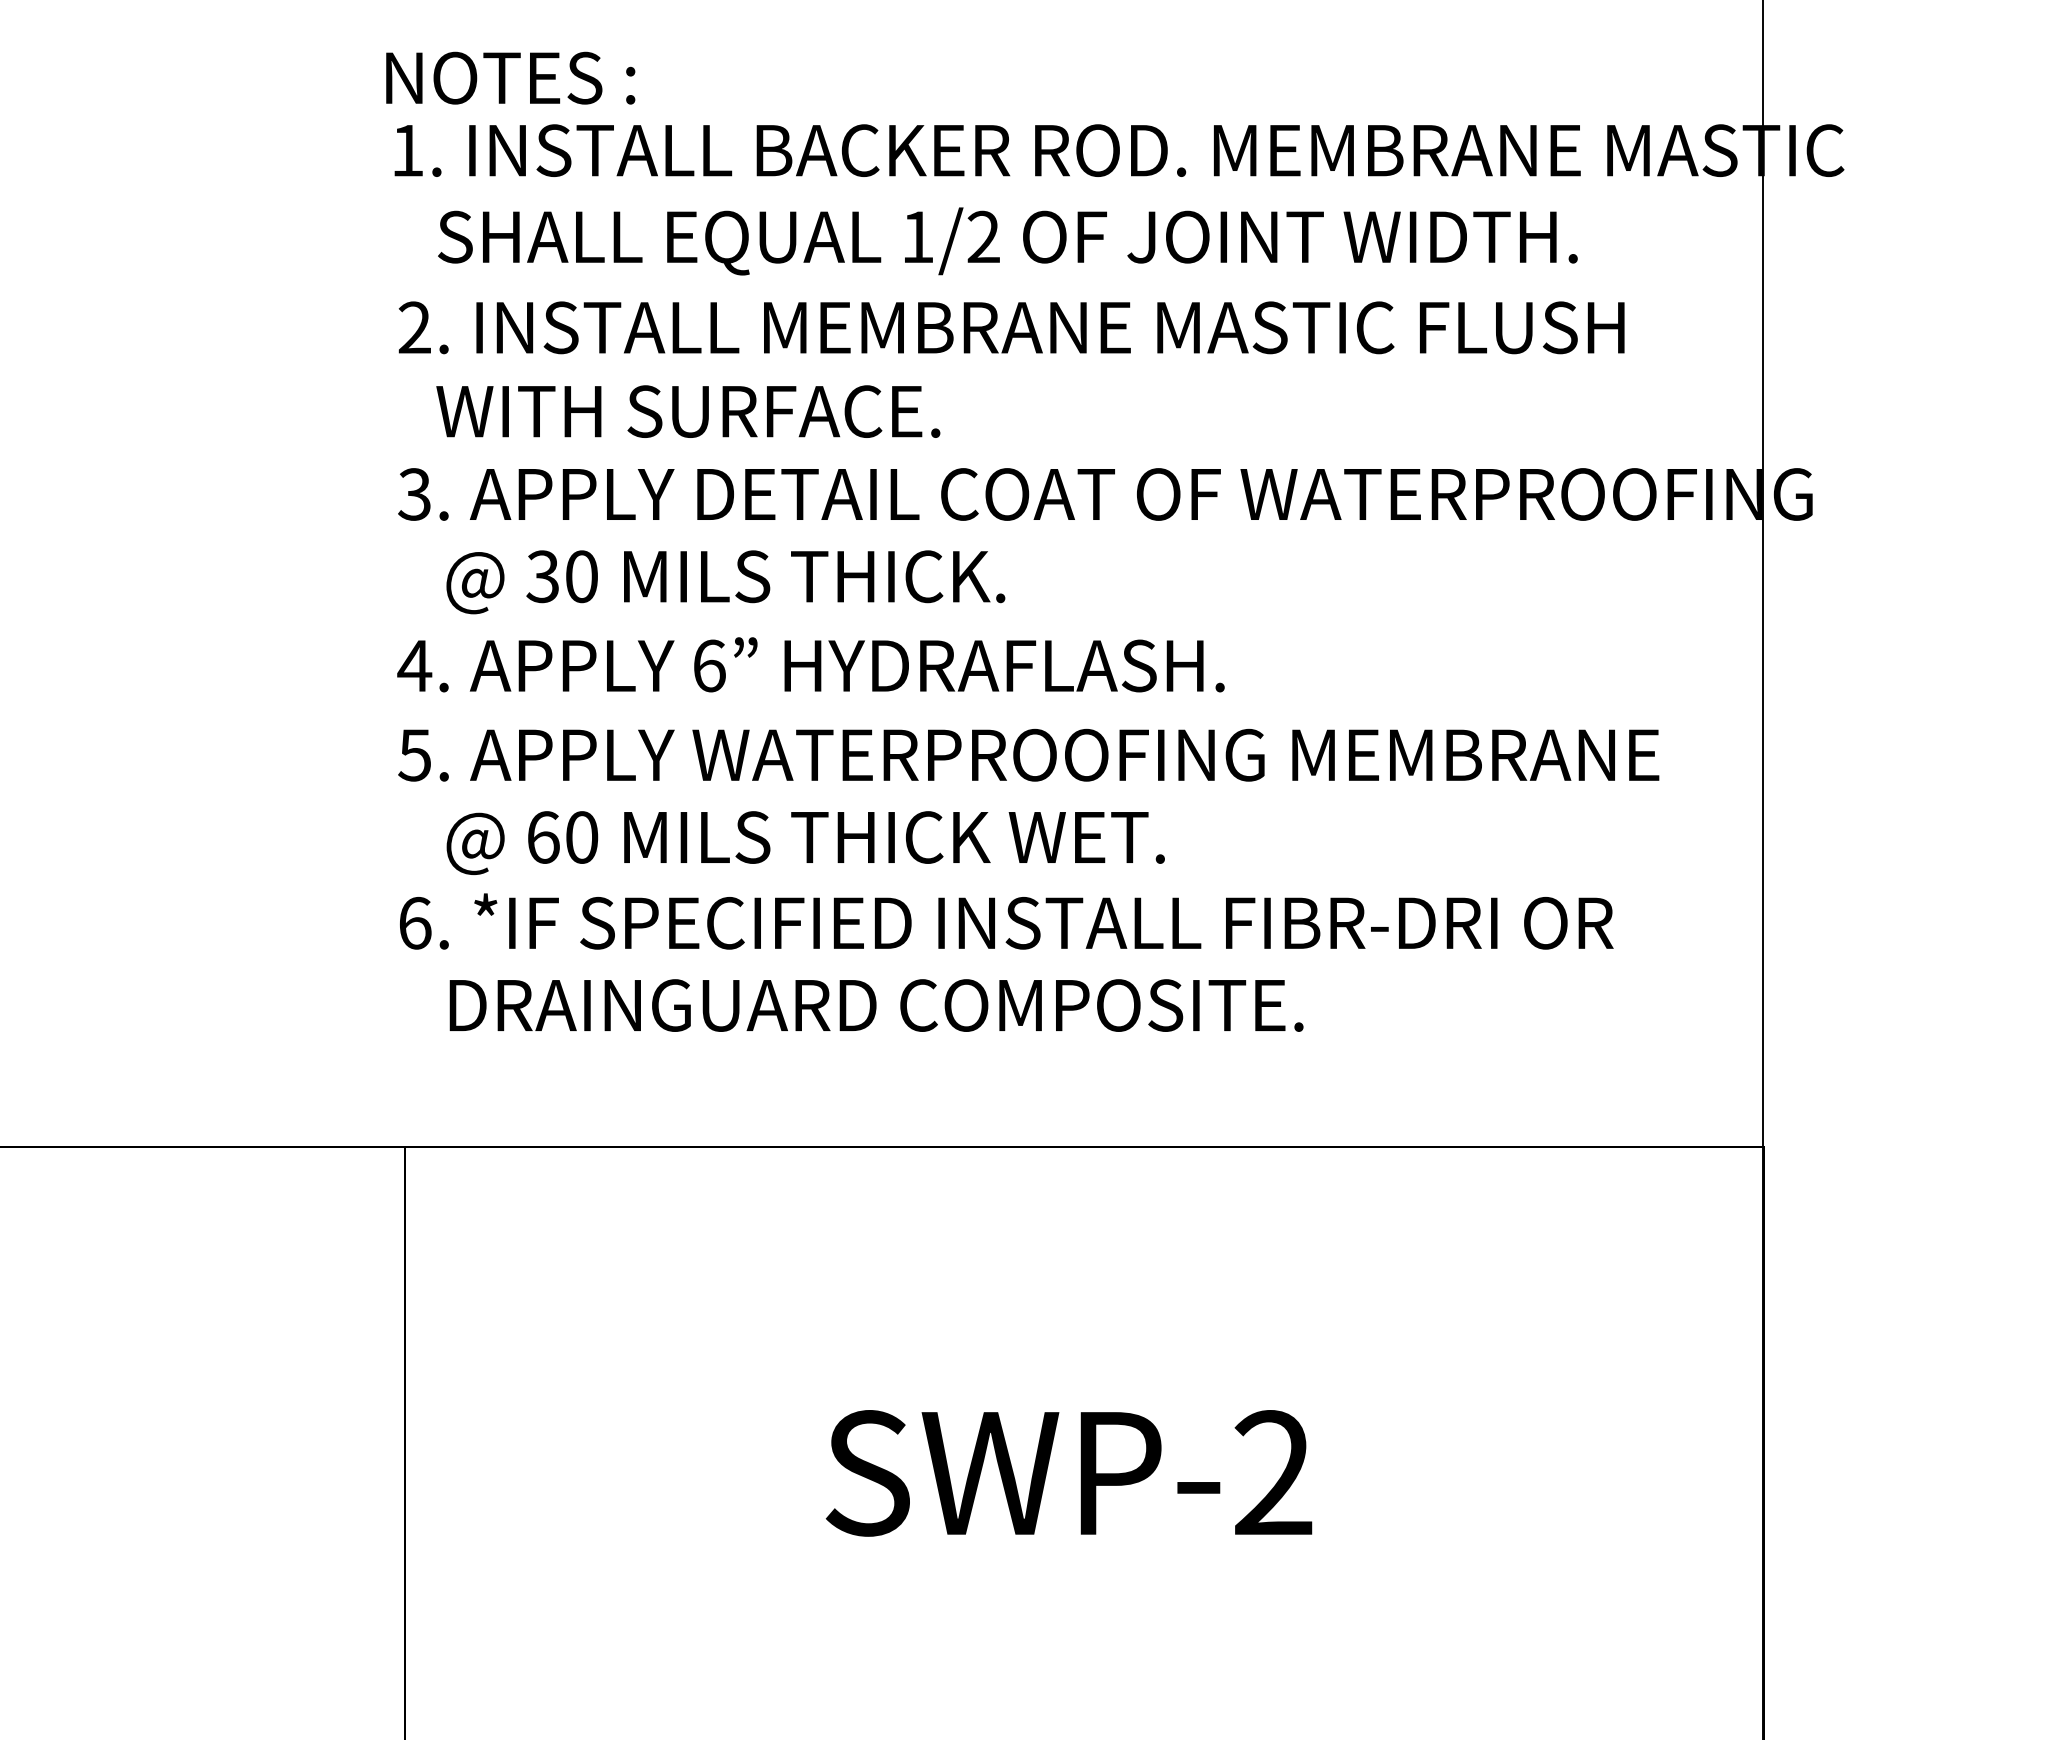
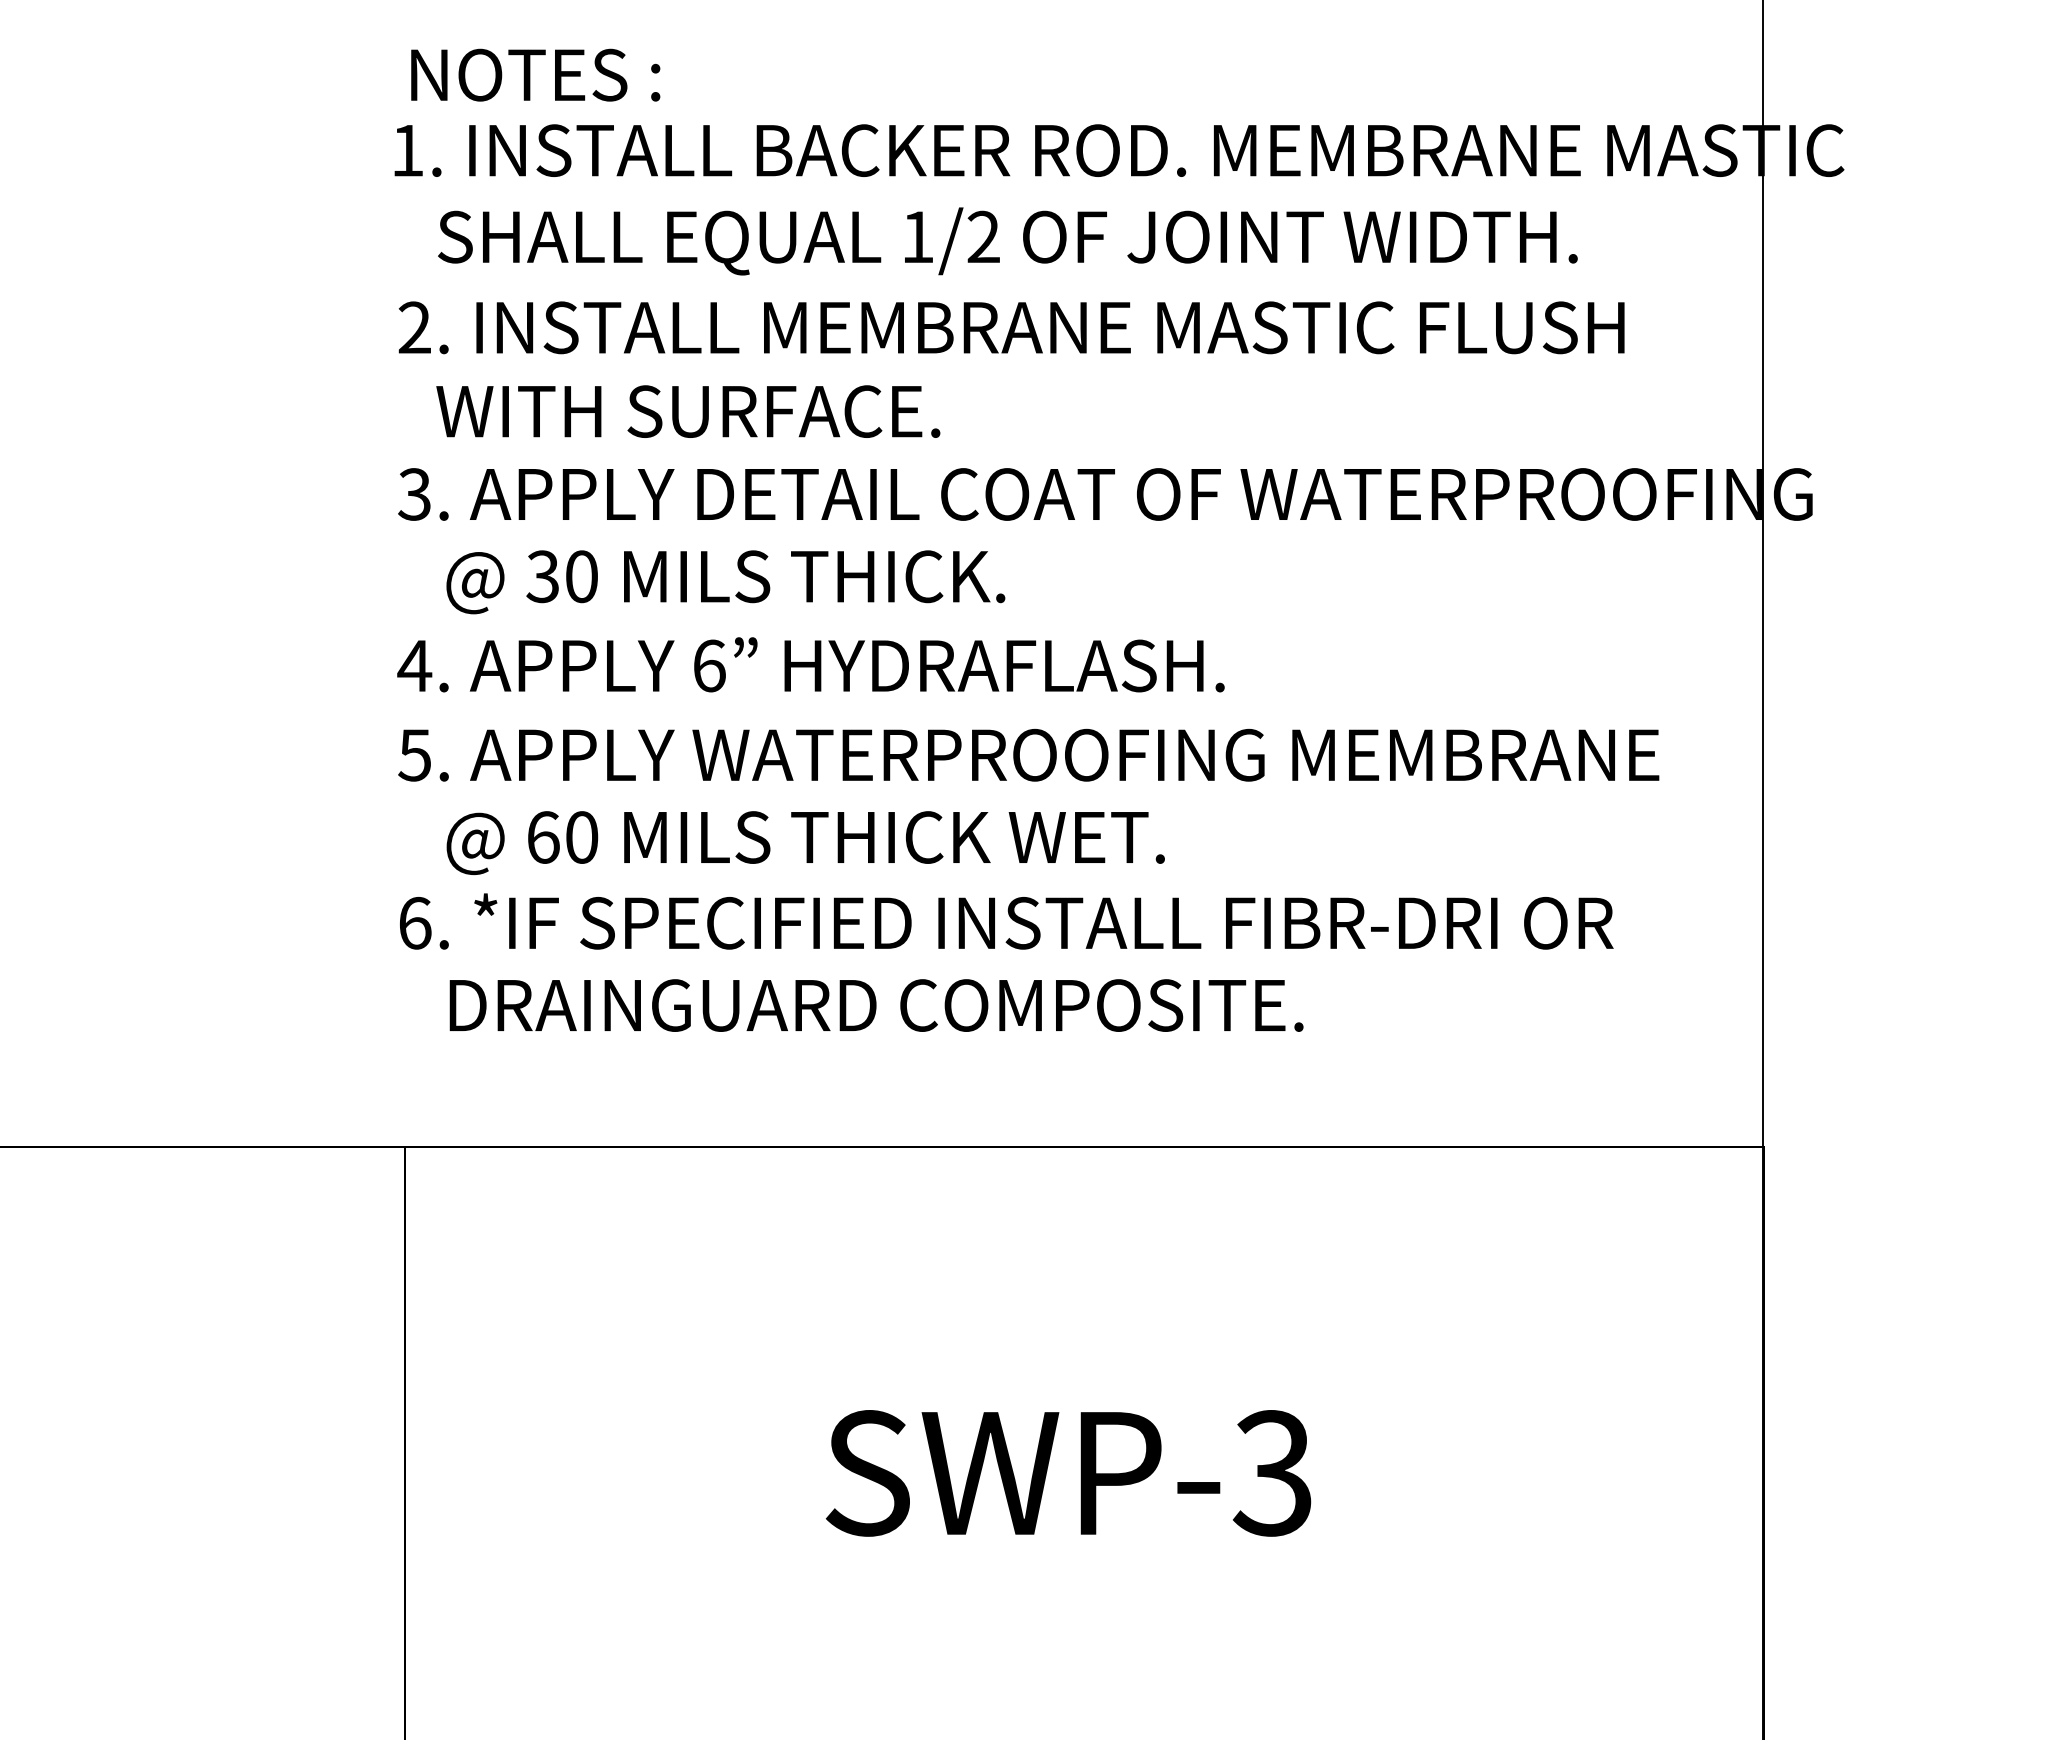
text at (510, 77) position: (510, 77) -> (535, 74)
text at (1272, 1473): SWP-2 -> SWP-3
